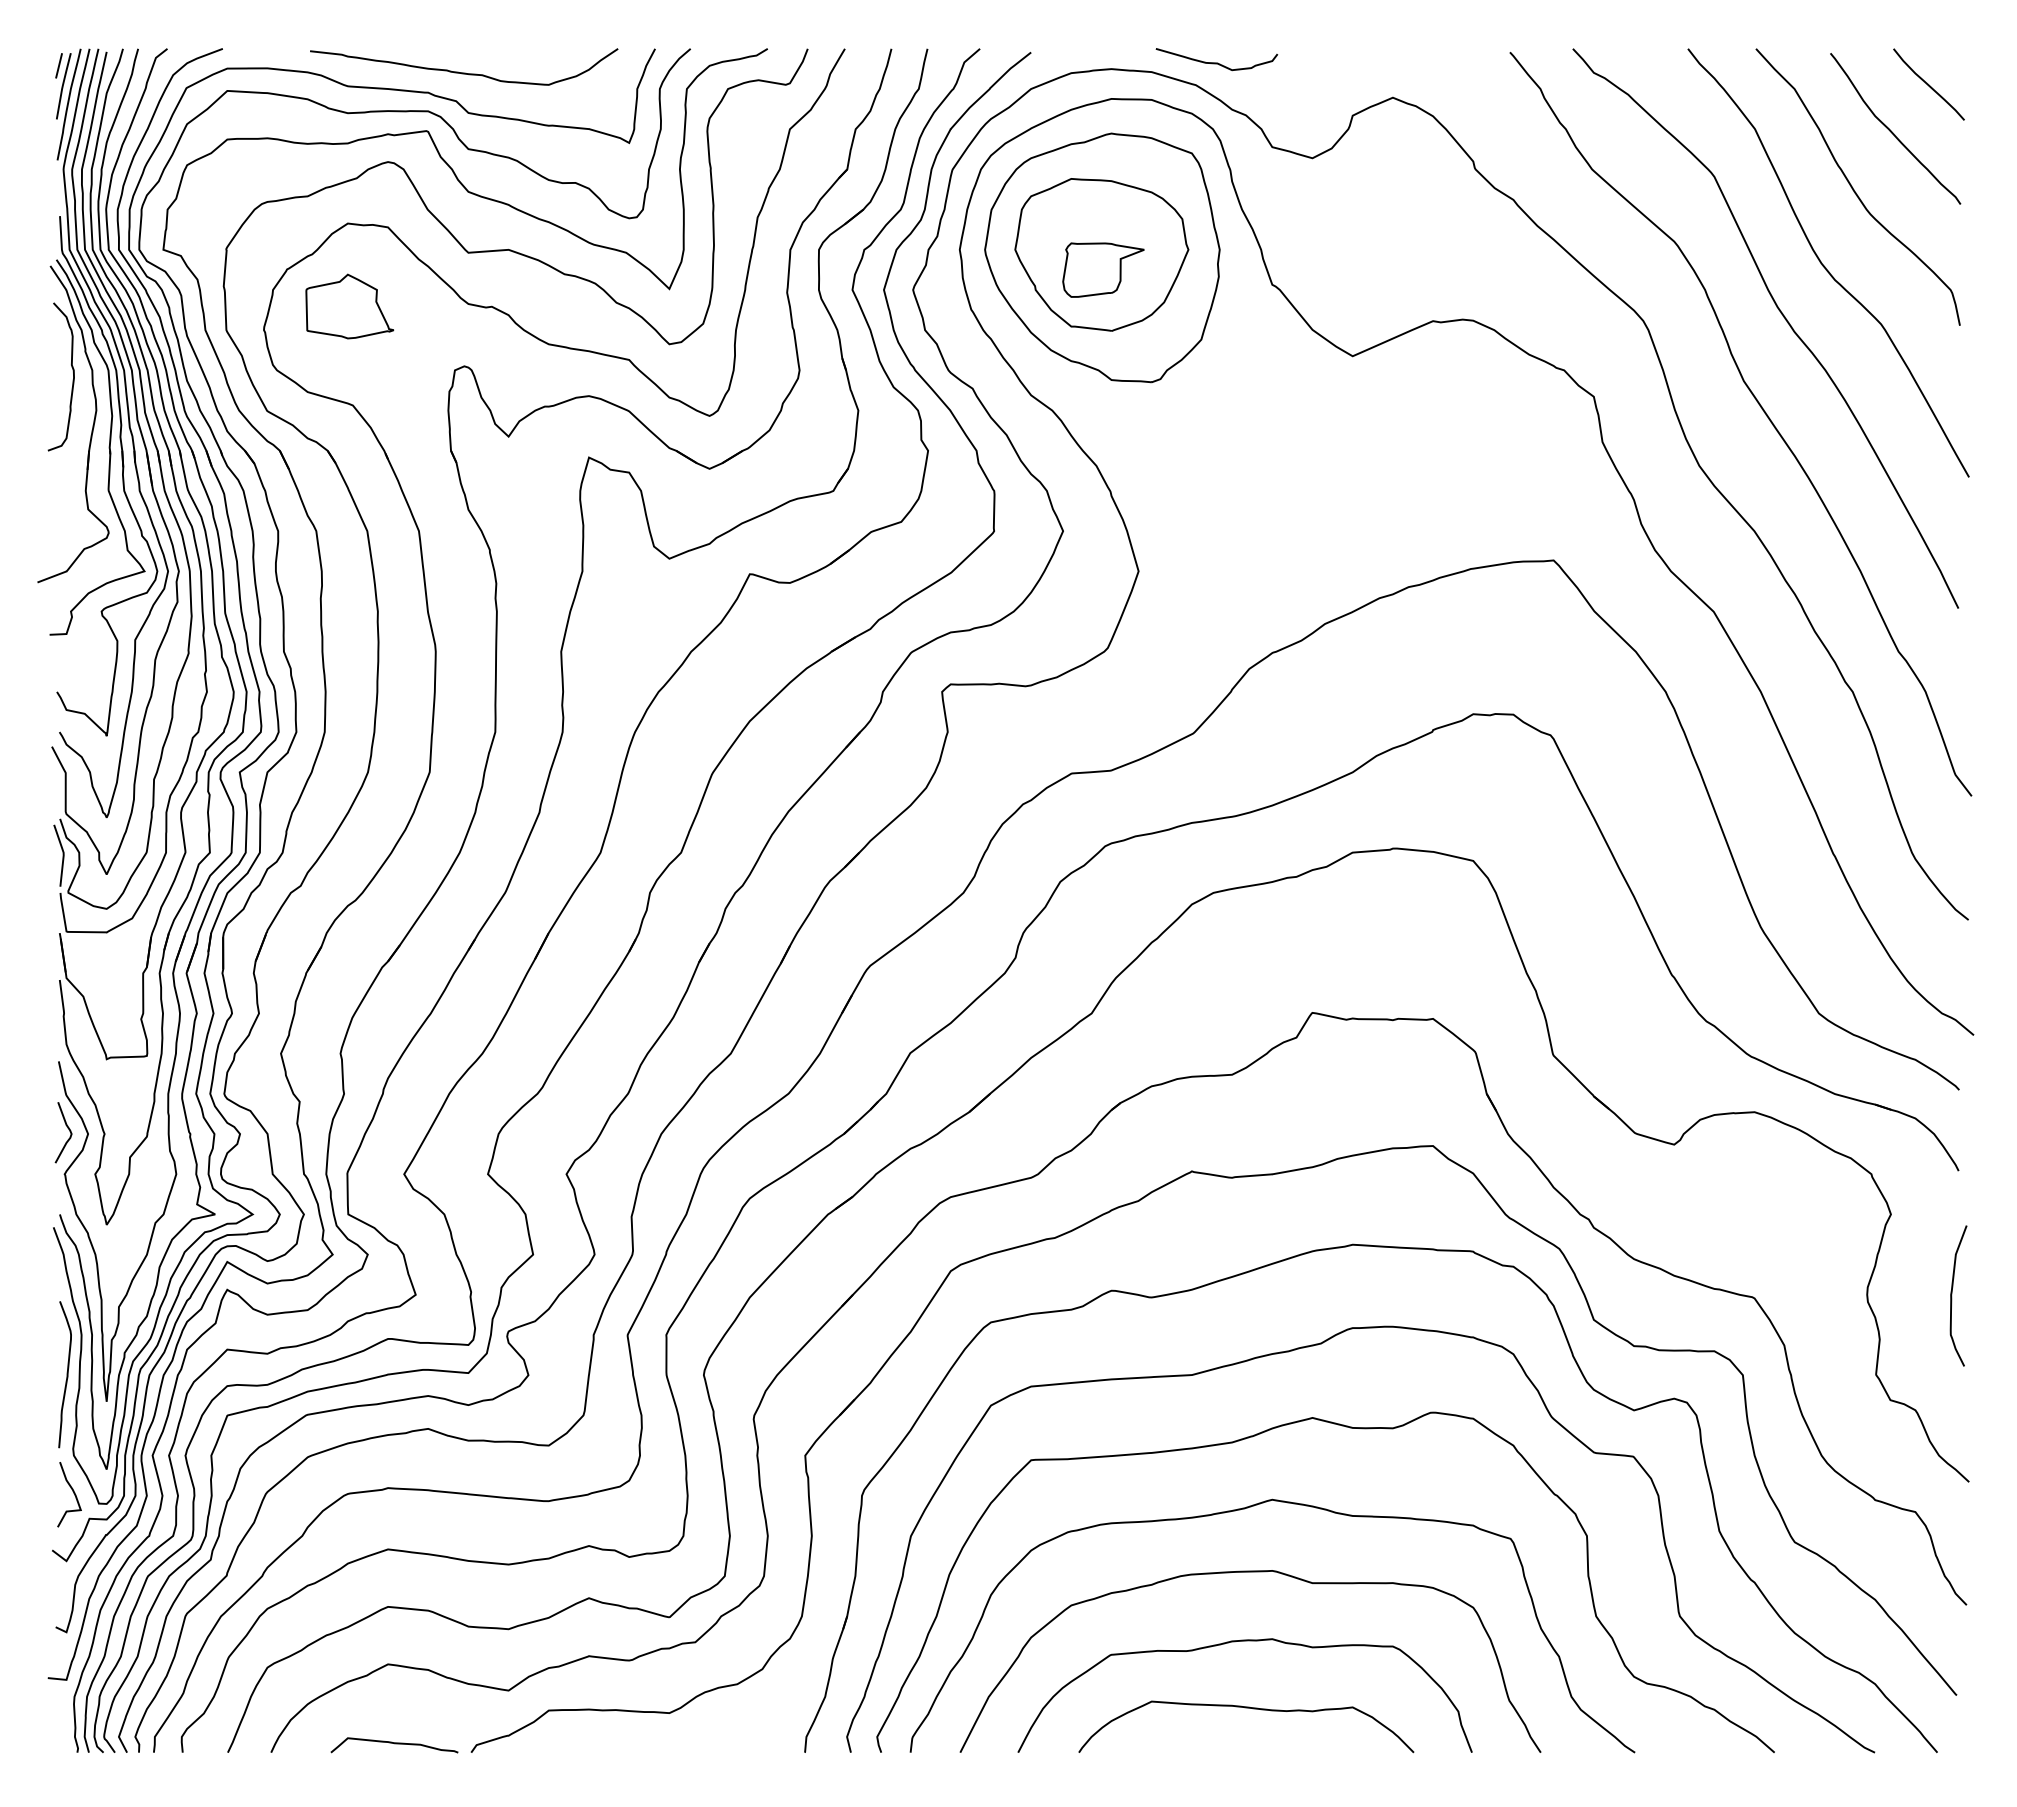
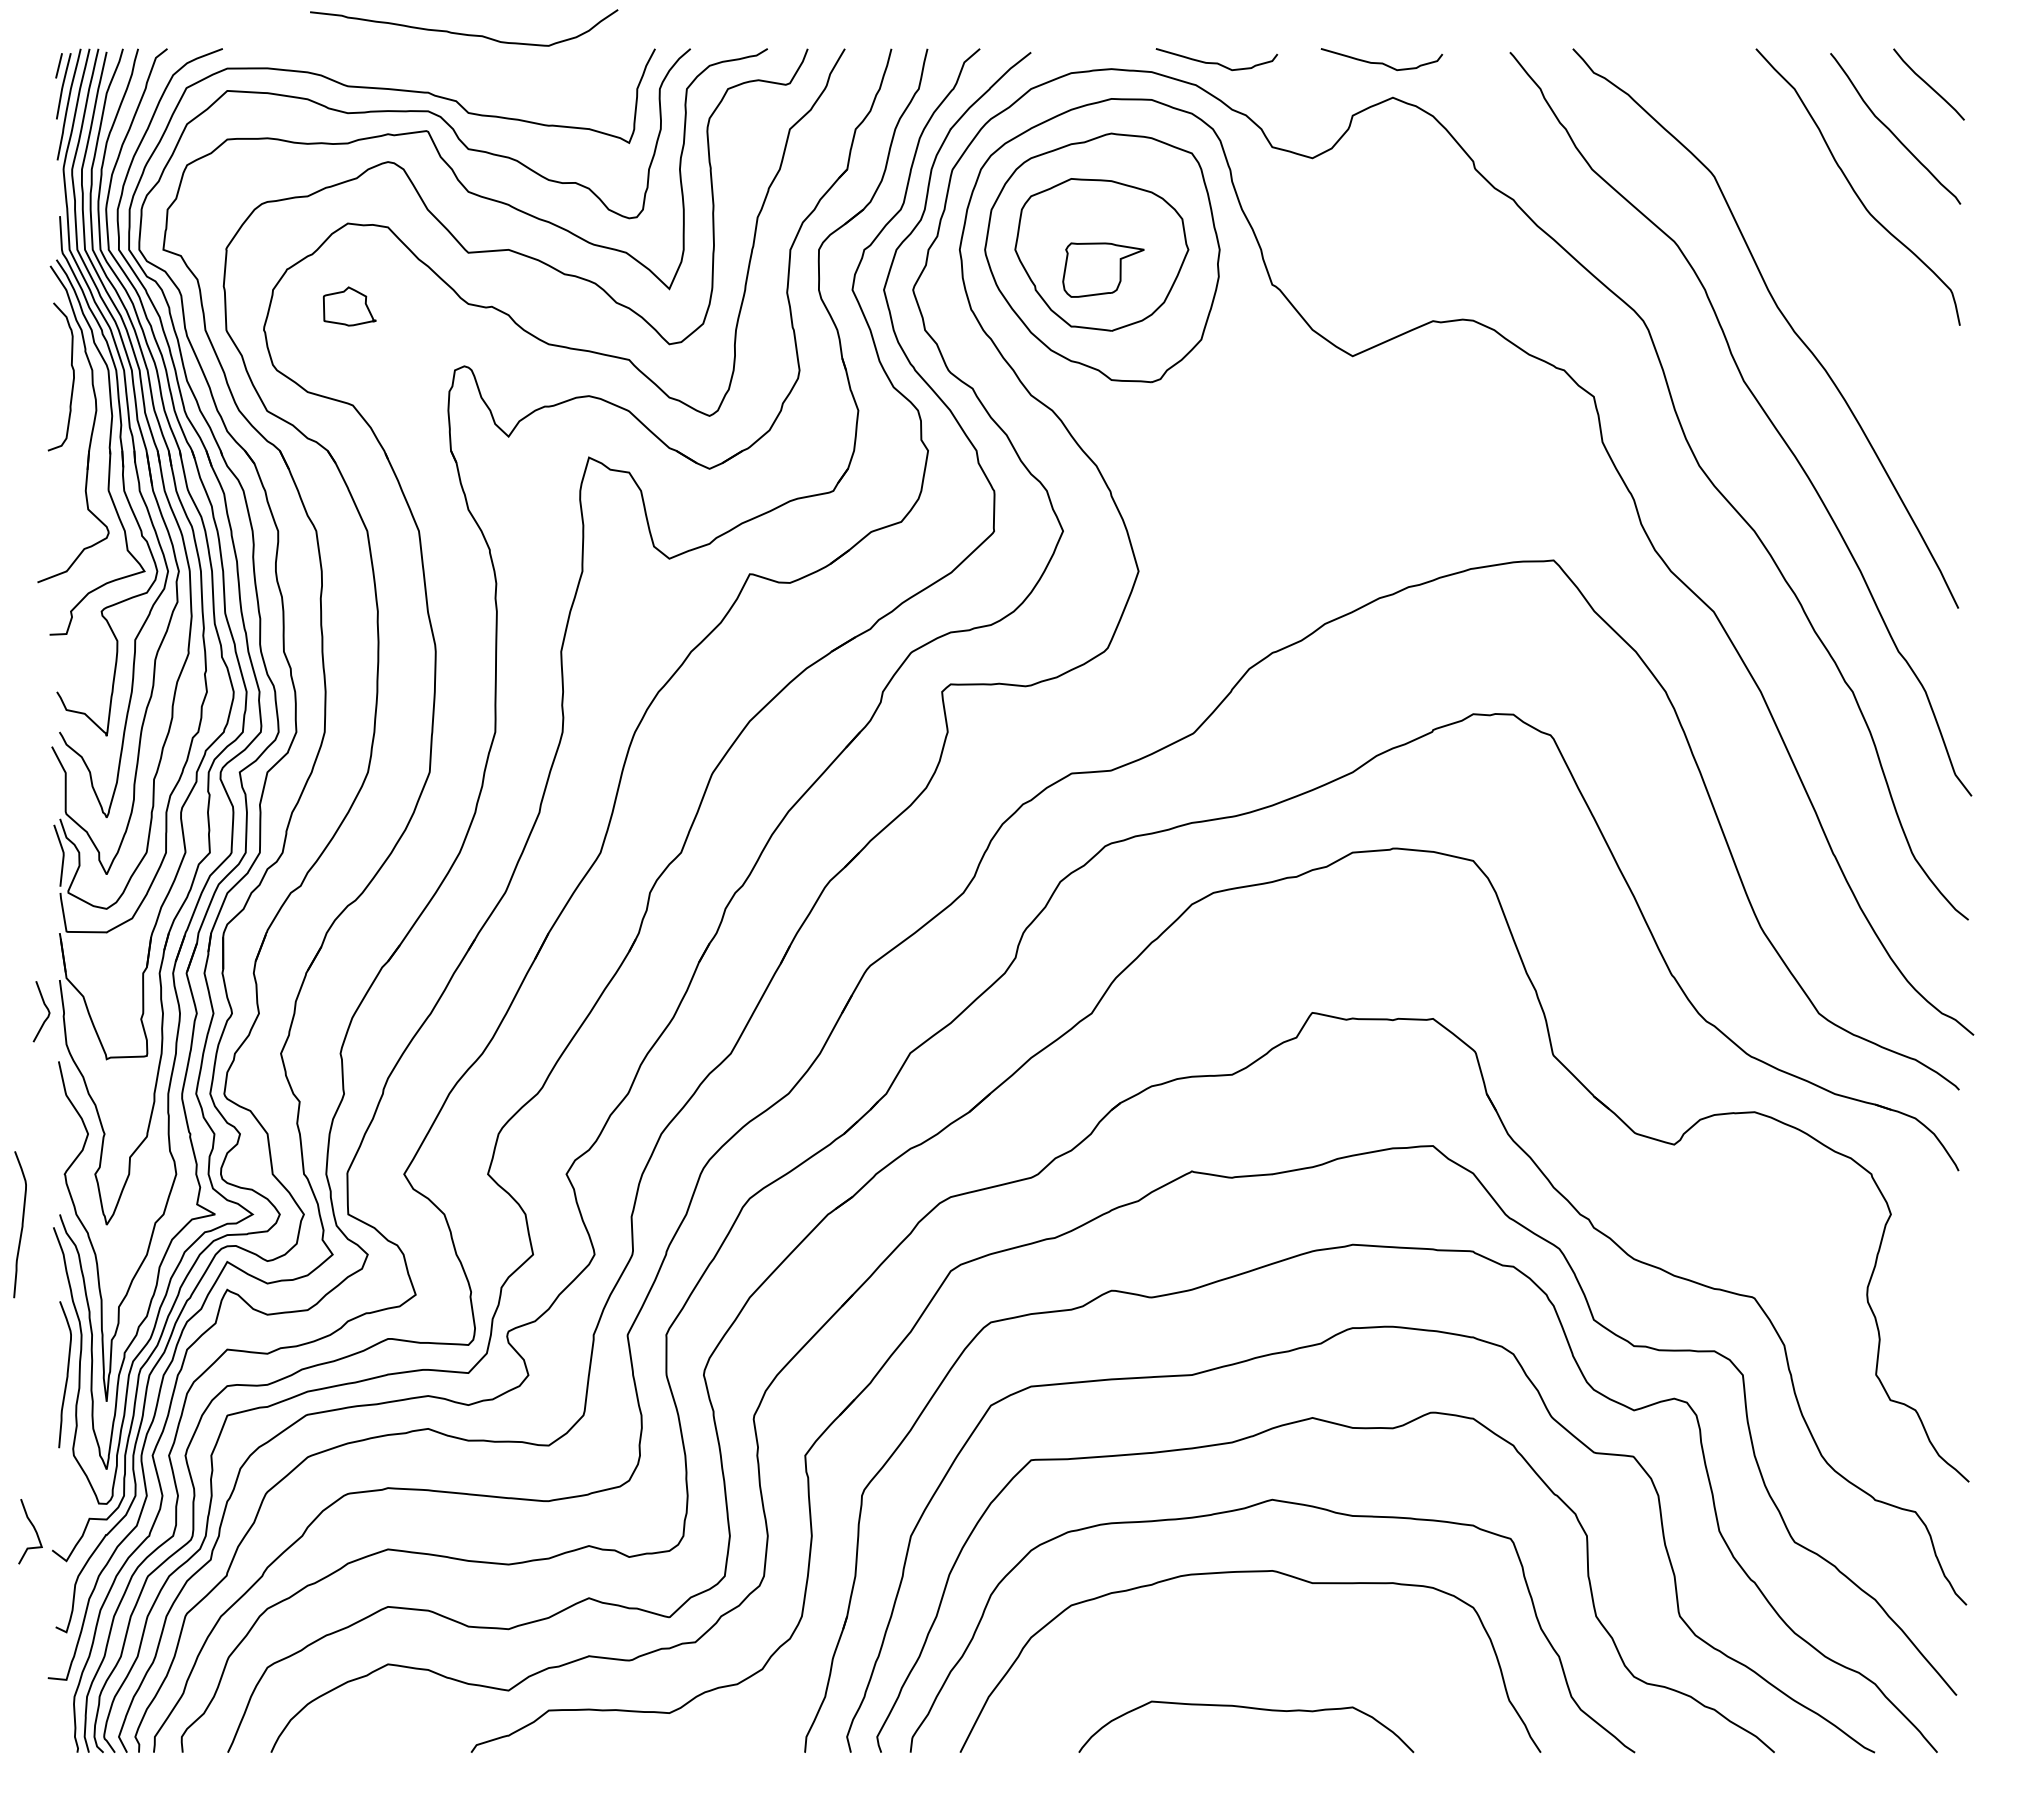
curve at (1381, 62): none -> present
curve at (464, 72) position: (464, 72) -> (464, 33)
curve at (1824, 265): present -> none
part at (349, 306) size: 90x67 px -> 55x41 px
curve at (67, 1128) position: (67, 1128) -> (45, 1007)
curve at (21, 1224): none -> present
curve at (1952, 1295): present -> none
curve at (73, 1493) position: (73, 1493) -> (34, 1530)
curve at (1235, 1642): present -> none
curve at (394, 1744): present -> none
